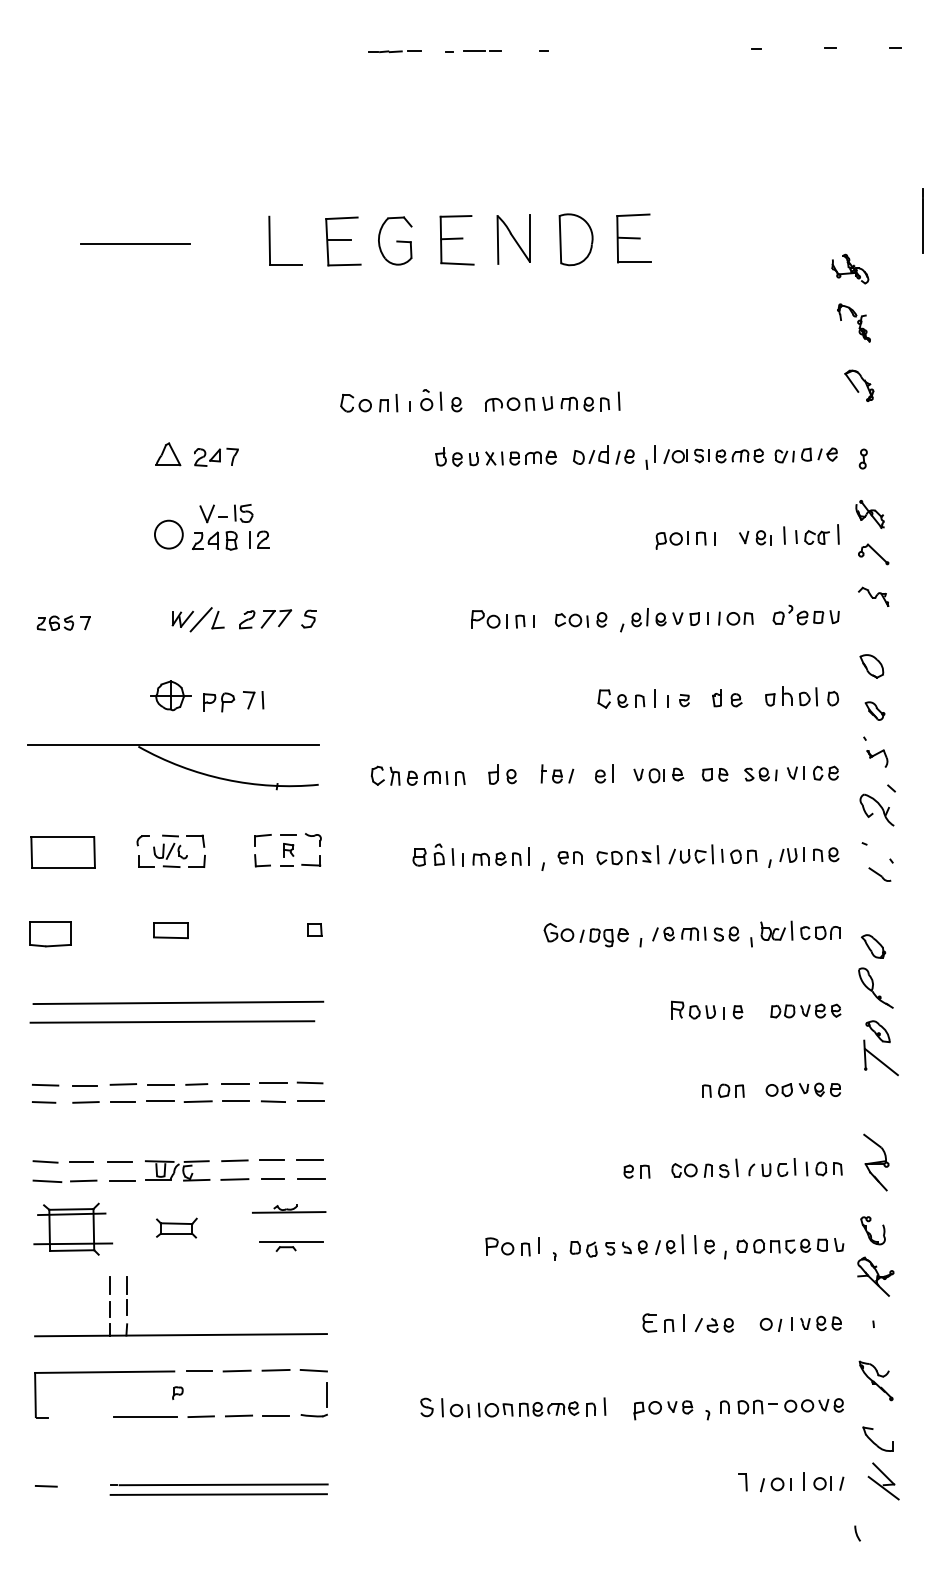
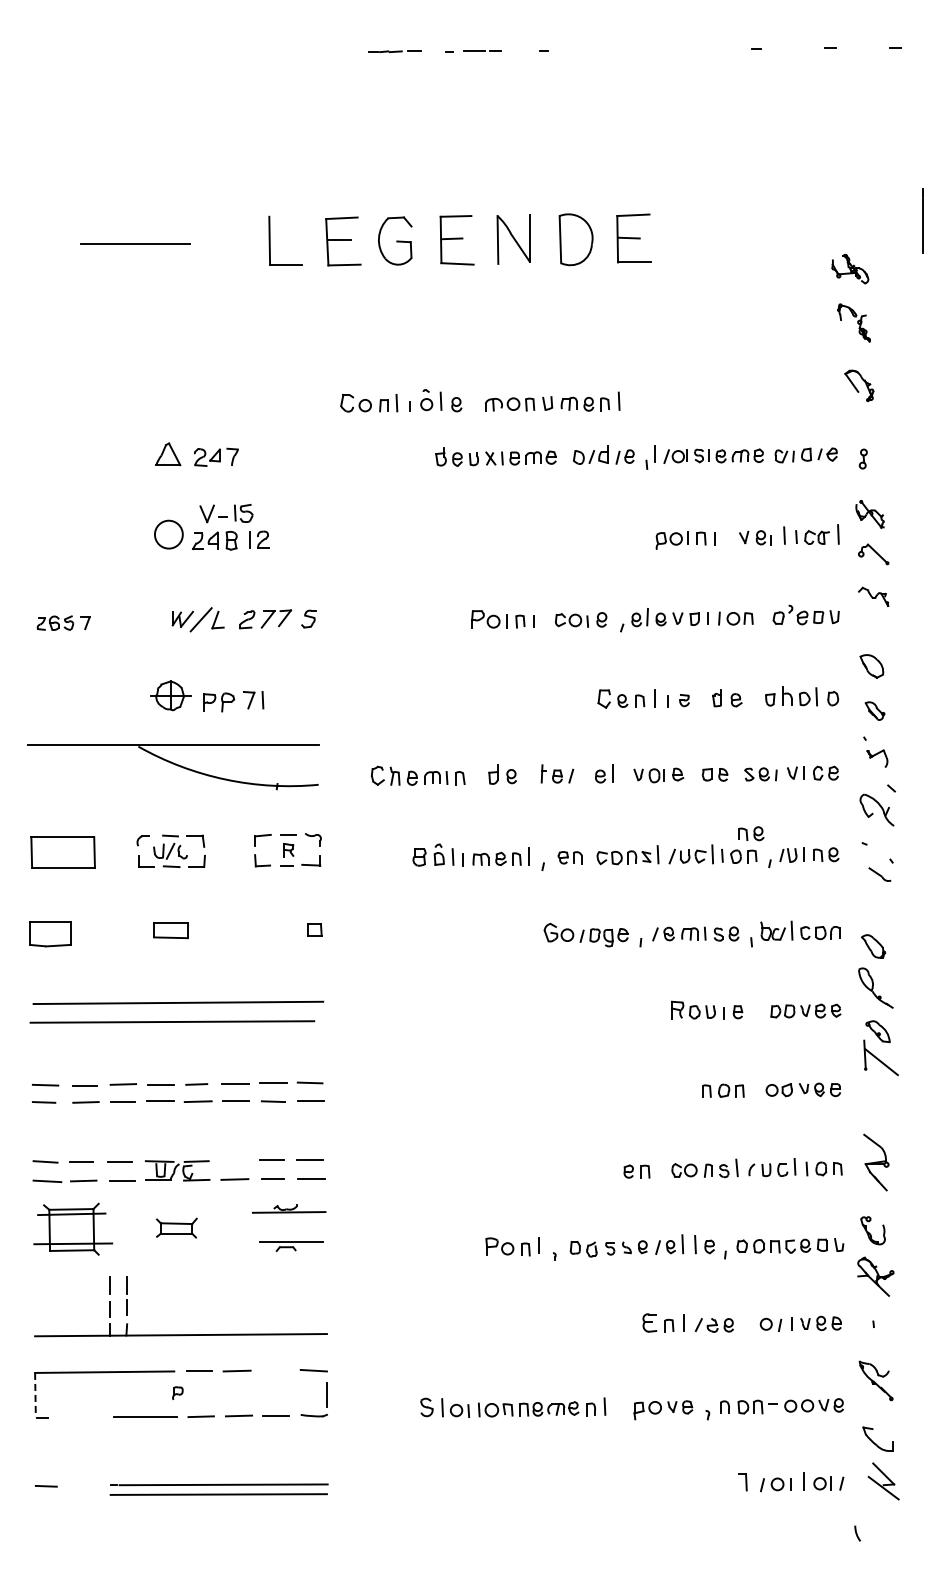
part at (751, 833): none -> present
line at (234, 1160): present -> none
line at (275, 1369): present -> none
line at (35, 1395): solid -> dashed
